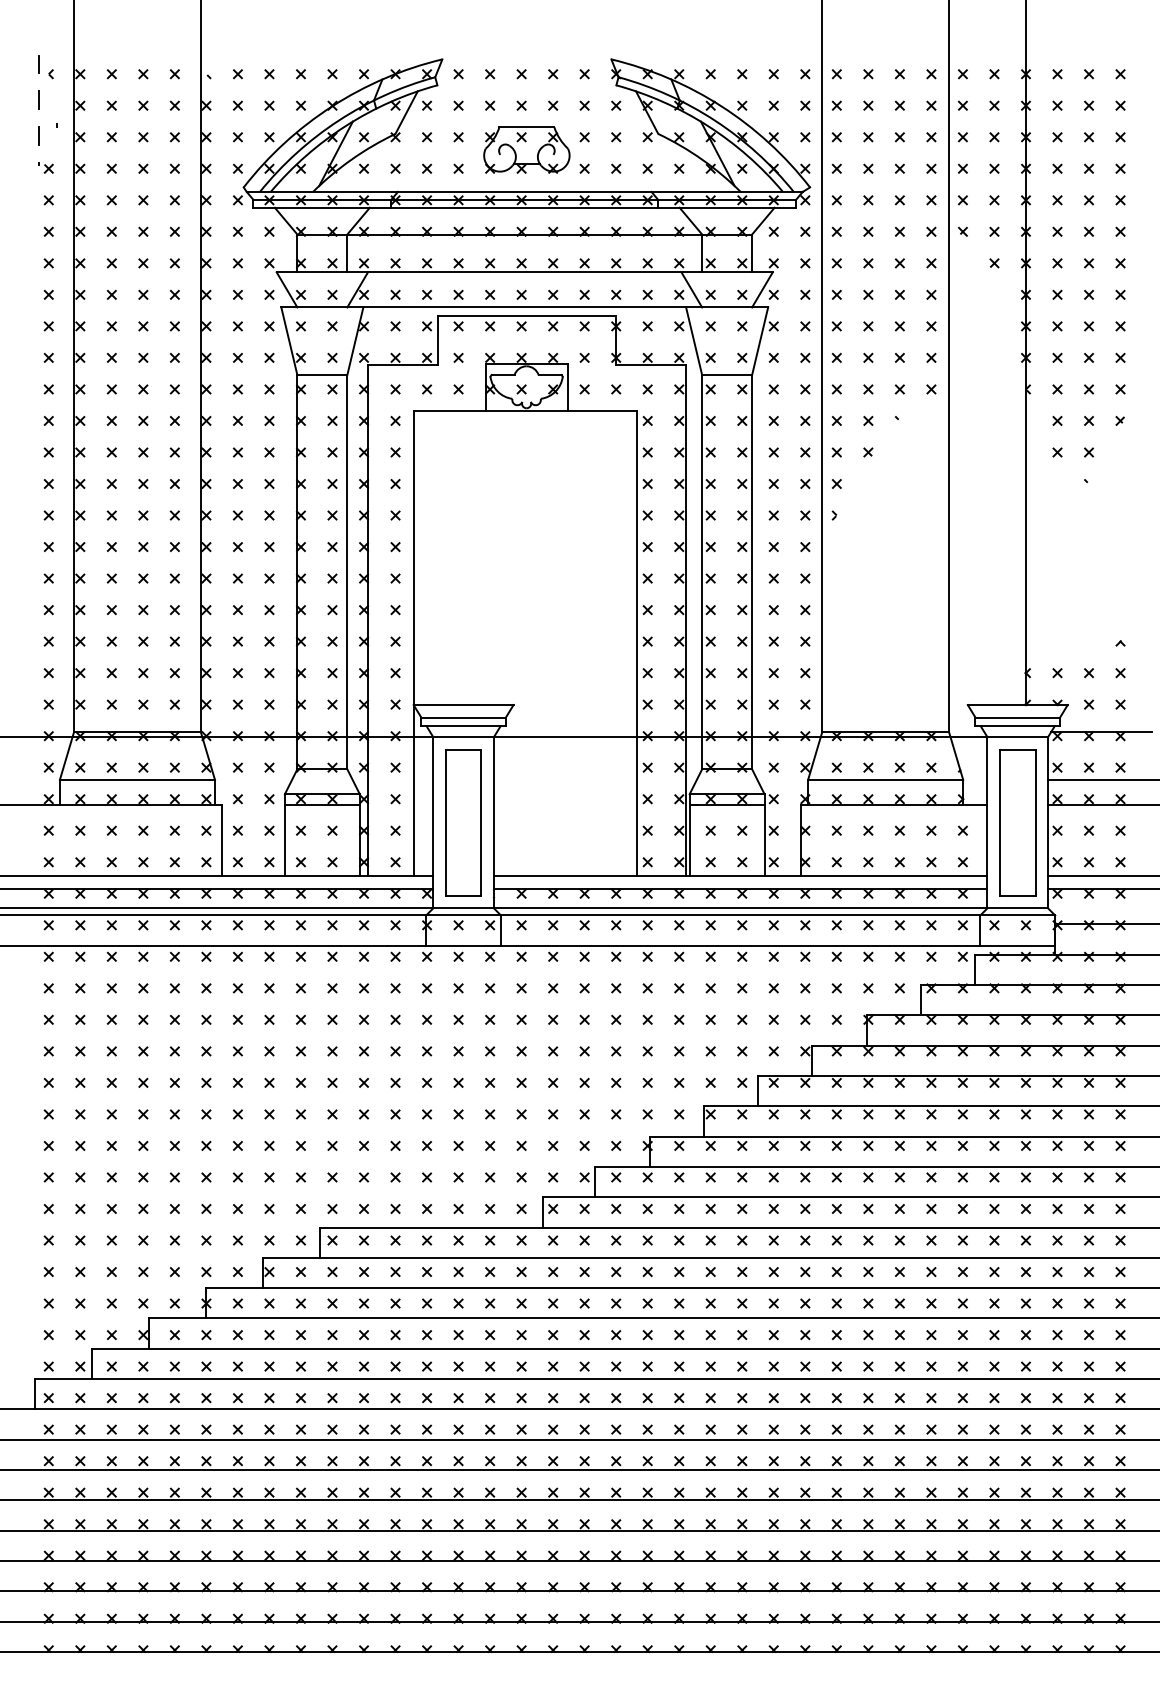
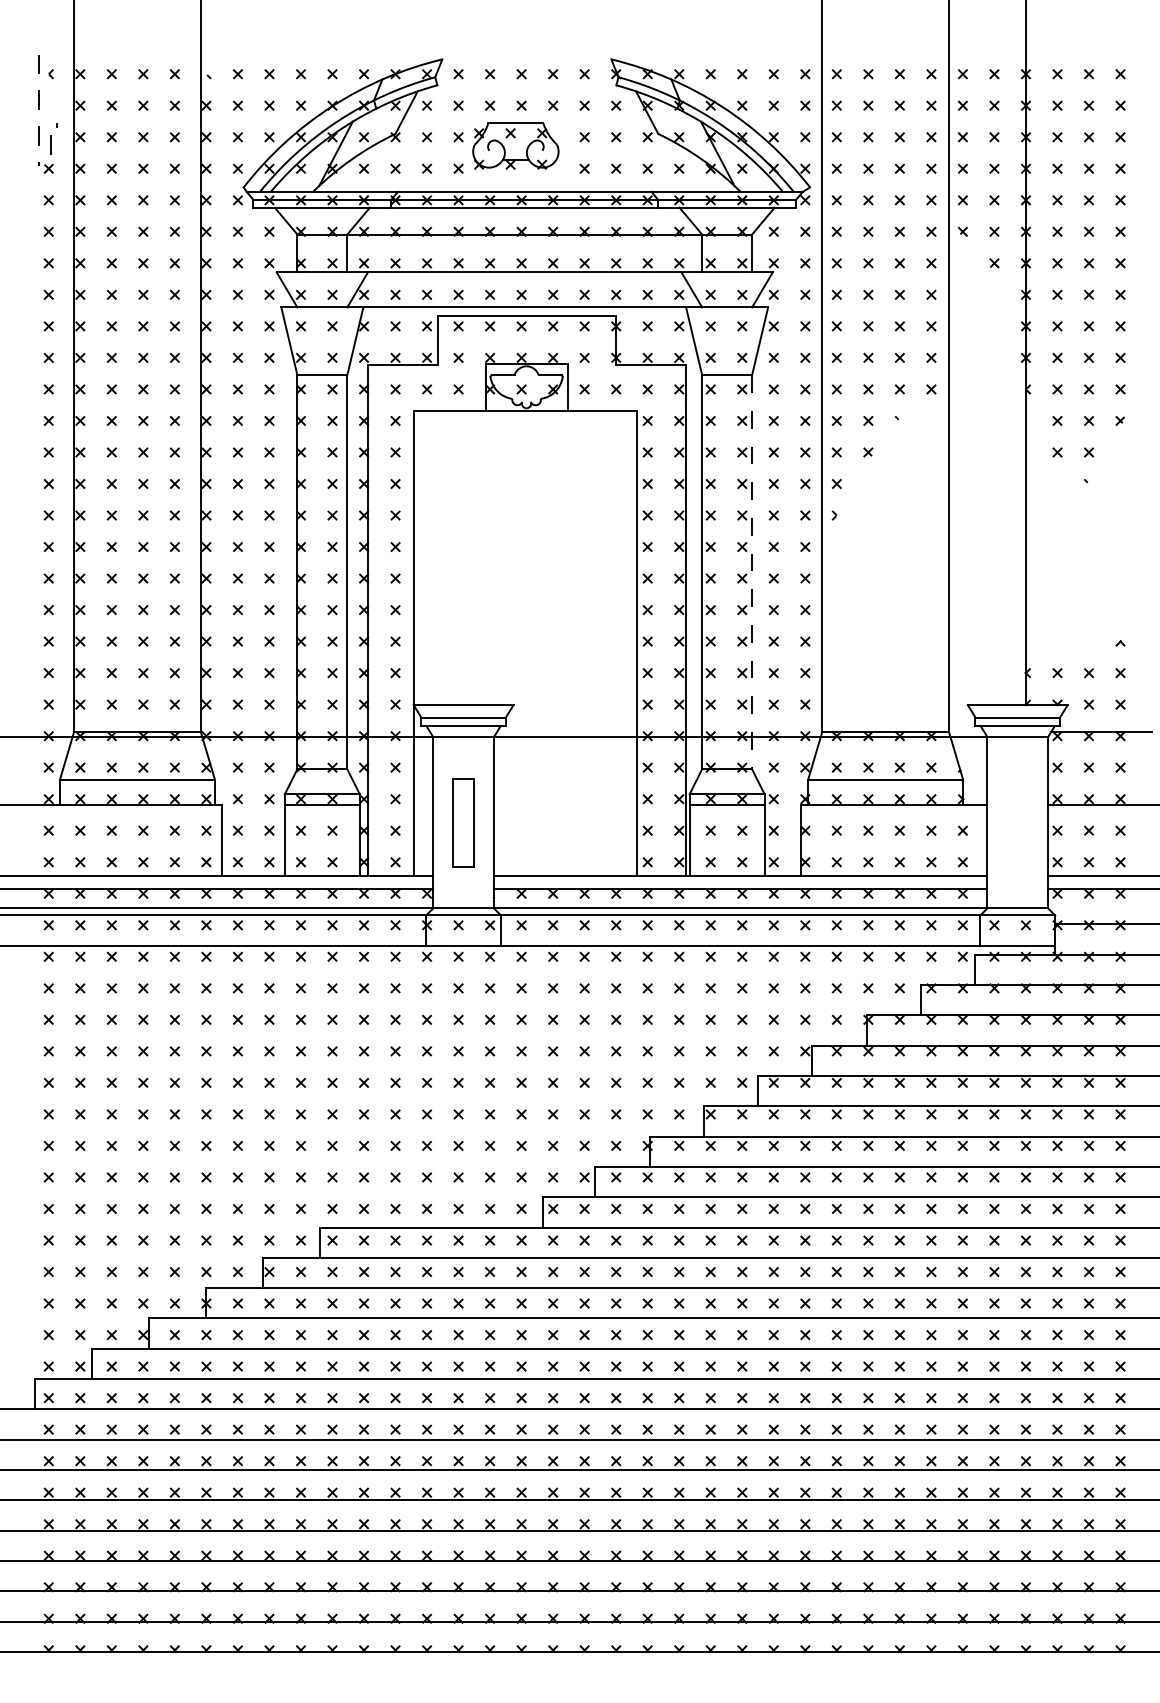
line at (50, 144): none -> present
part at (526, 149) position: (526, 149) -> (515, 145)
line at (752, 572): solid -> dashed
line at (1102, 779): present -> none
part at (463, 822) size: 37x148 px -> 23x90 px
part at (1017, 822): present -> none
